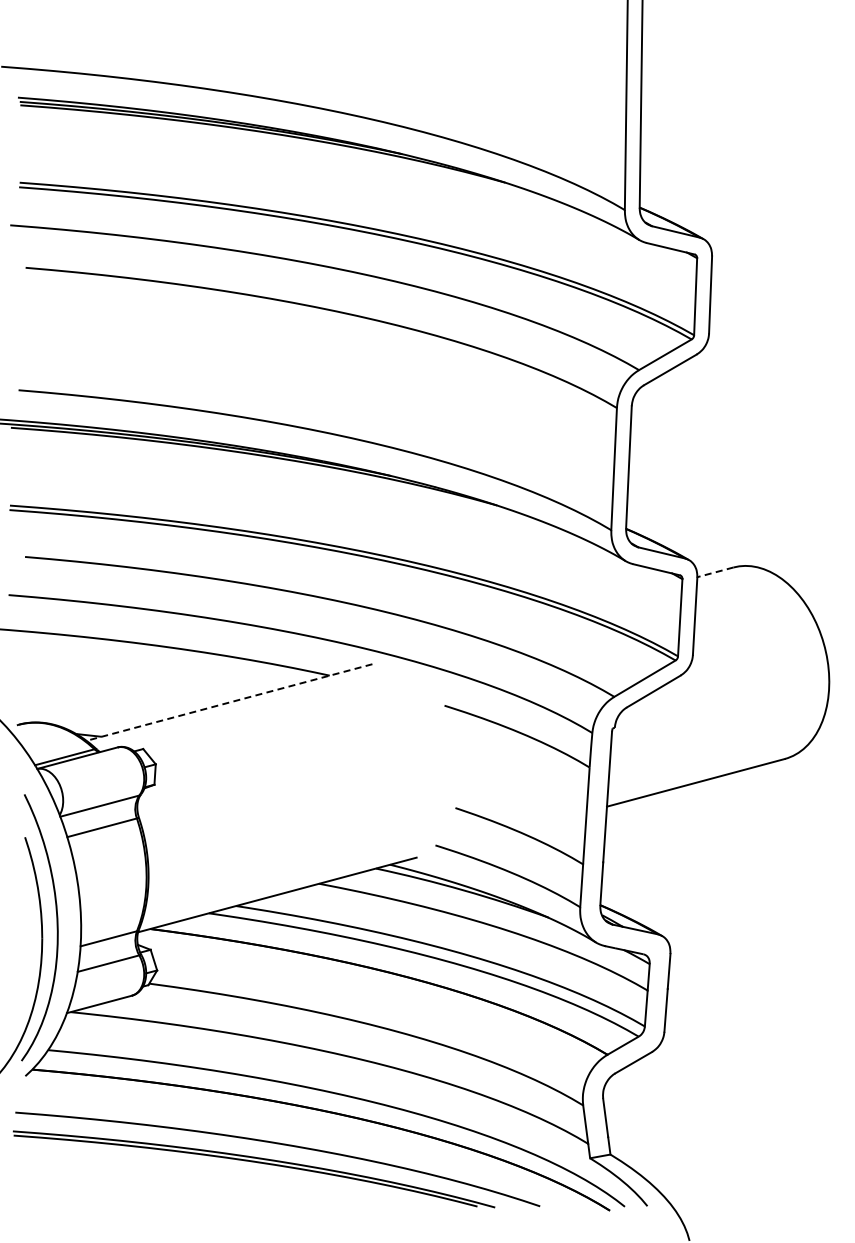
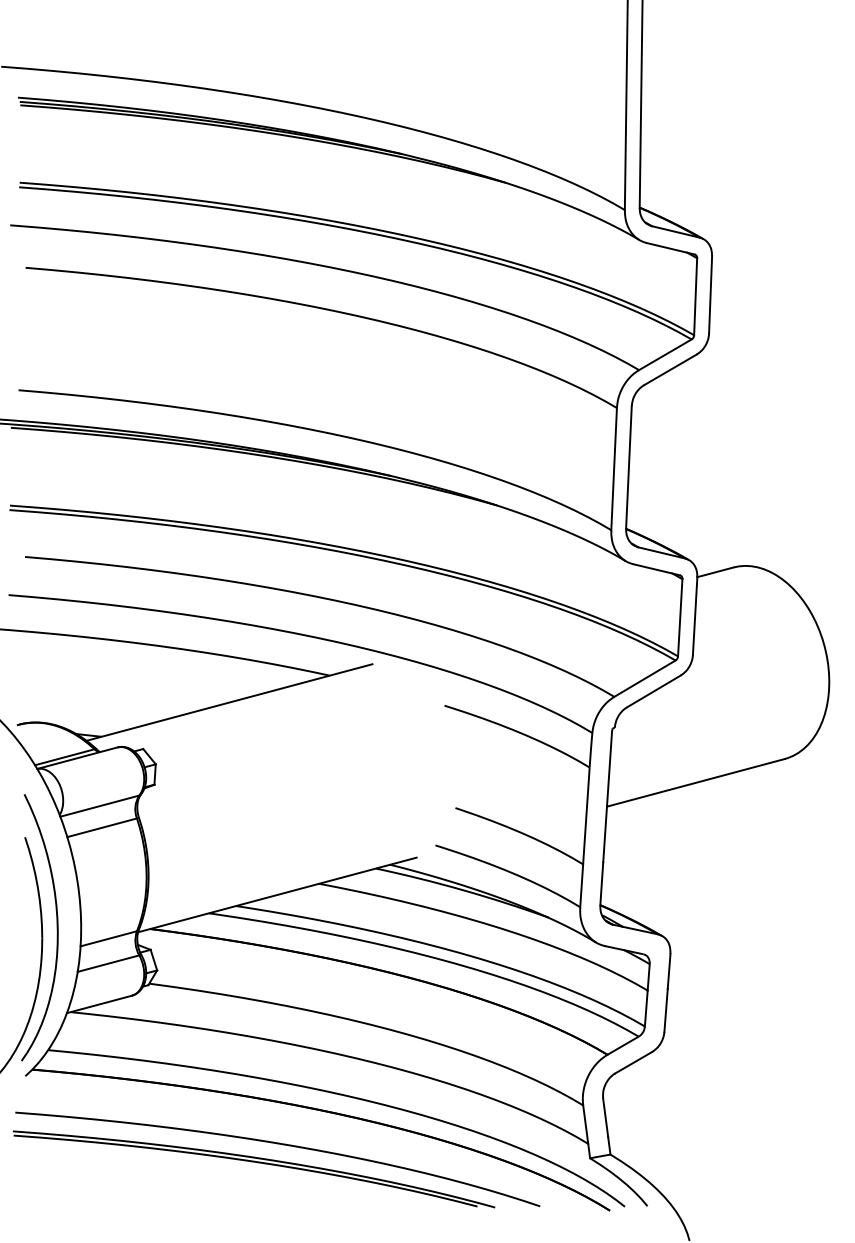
line at (715, 572): dashed -> solid
line at (229, 702): dashed -> solid
